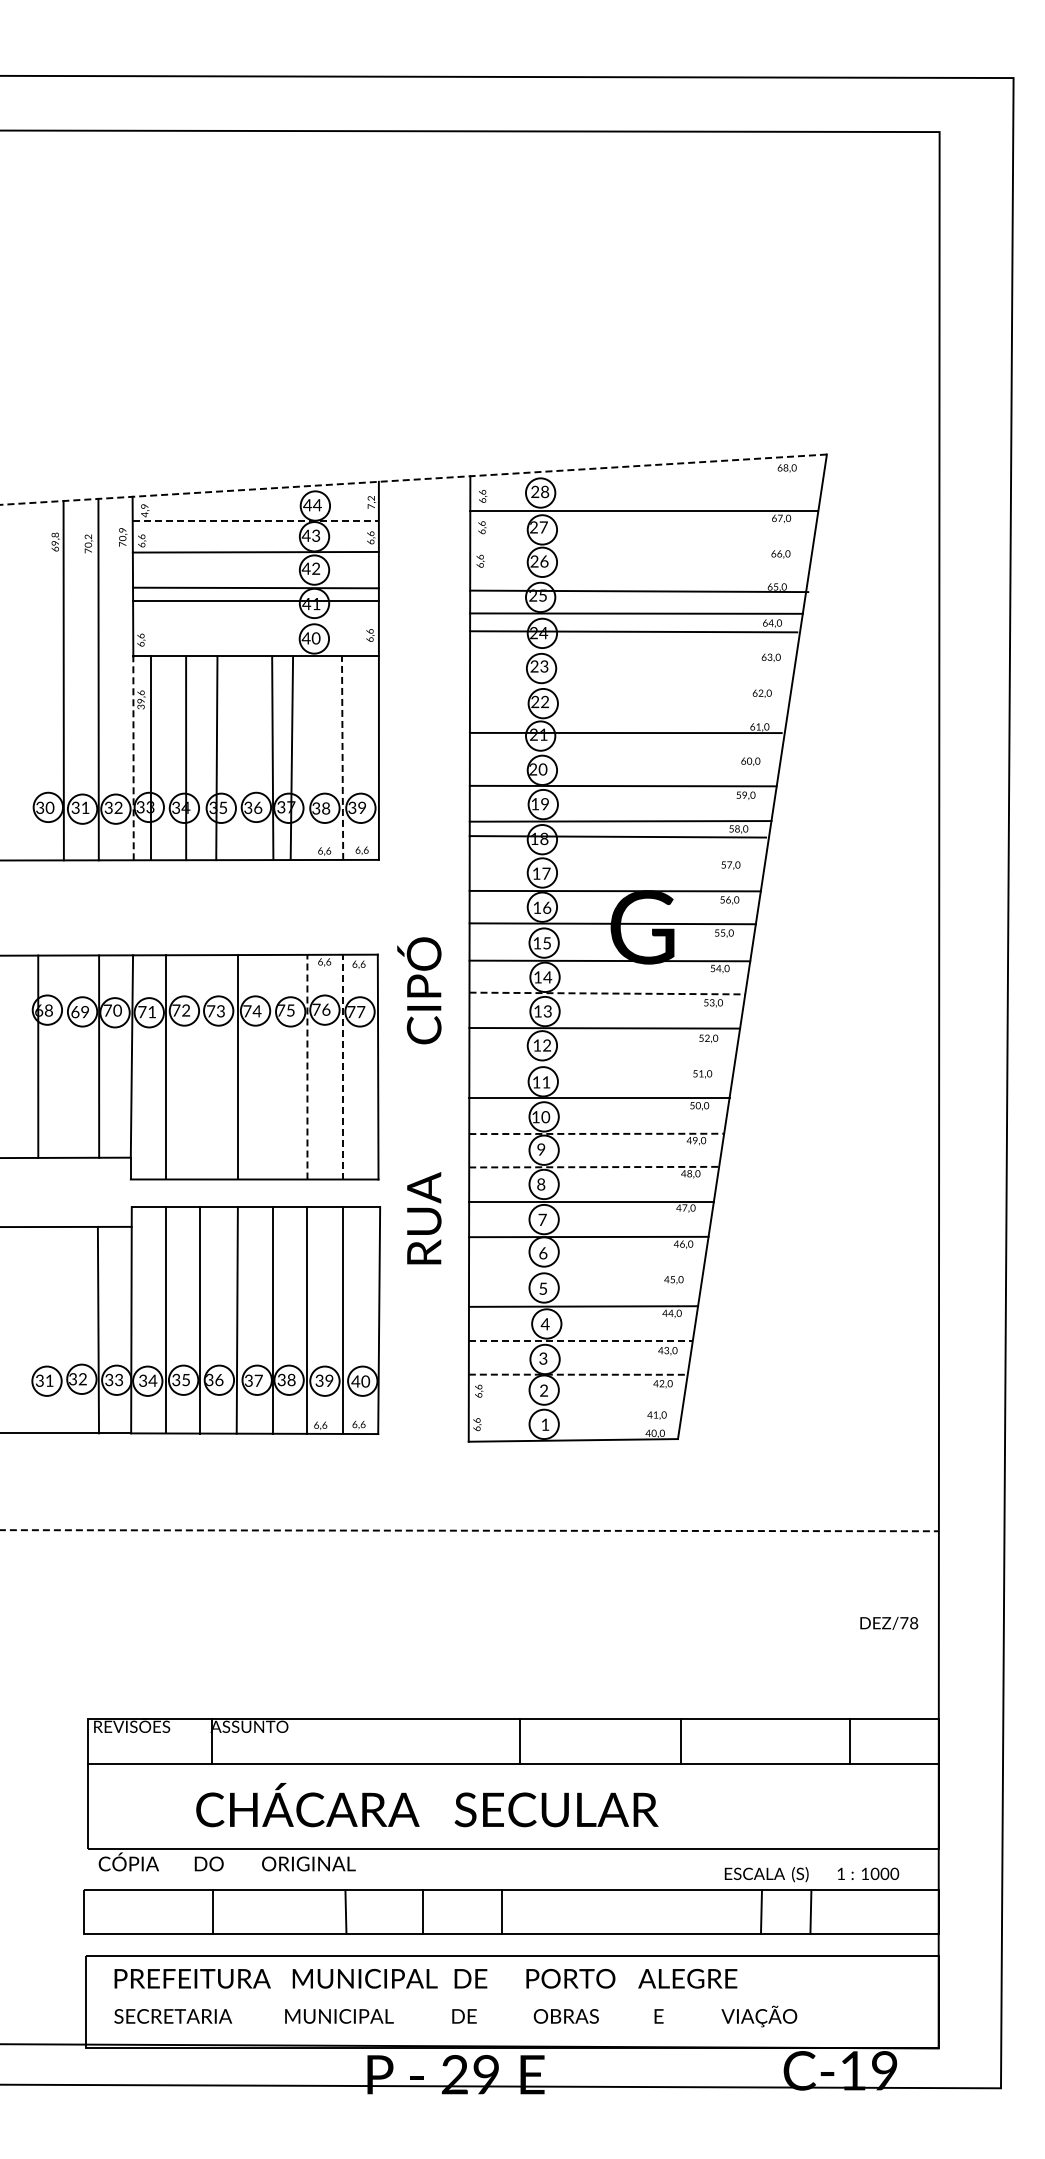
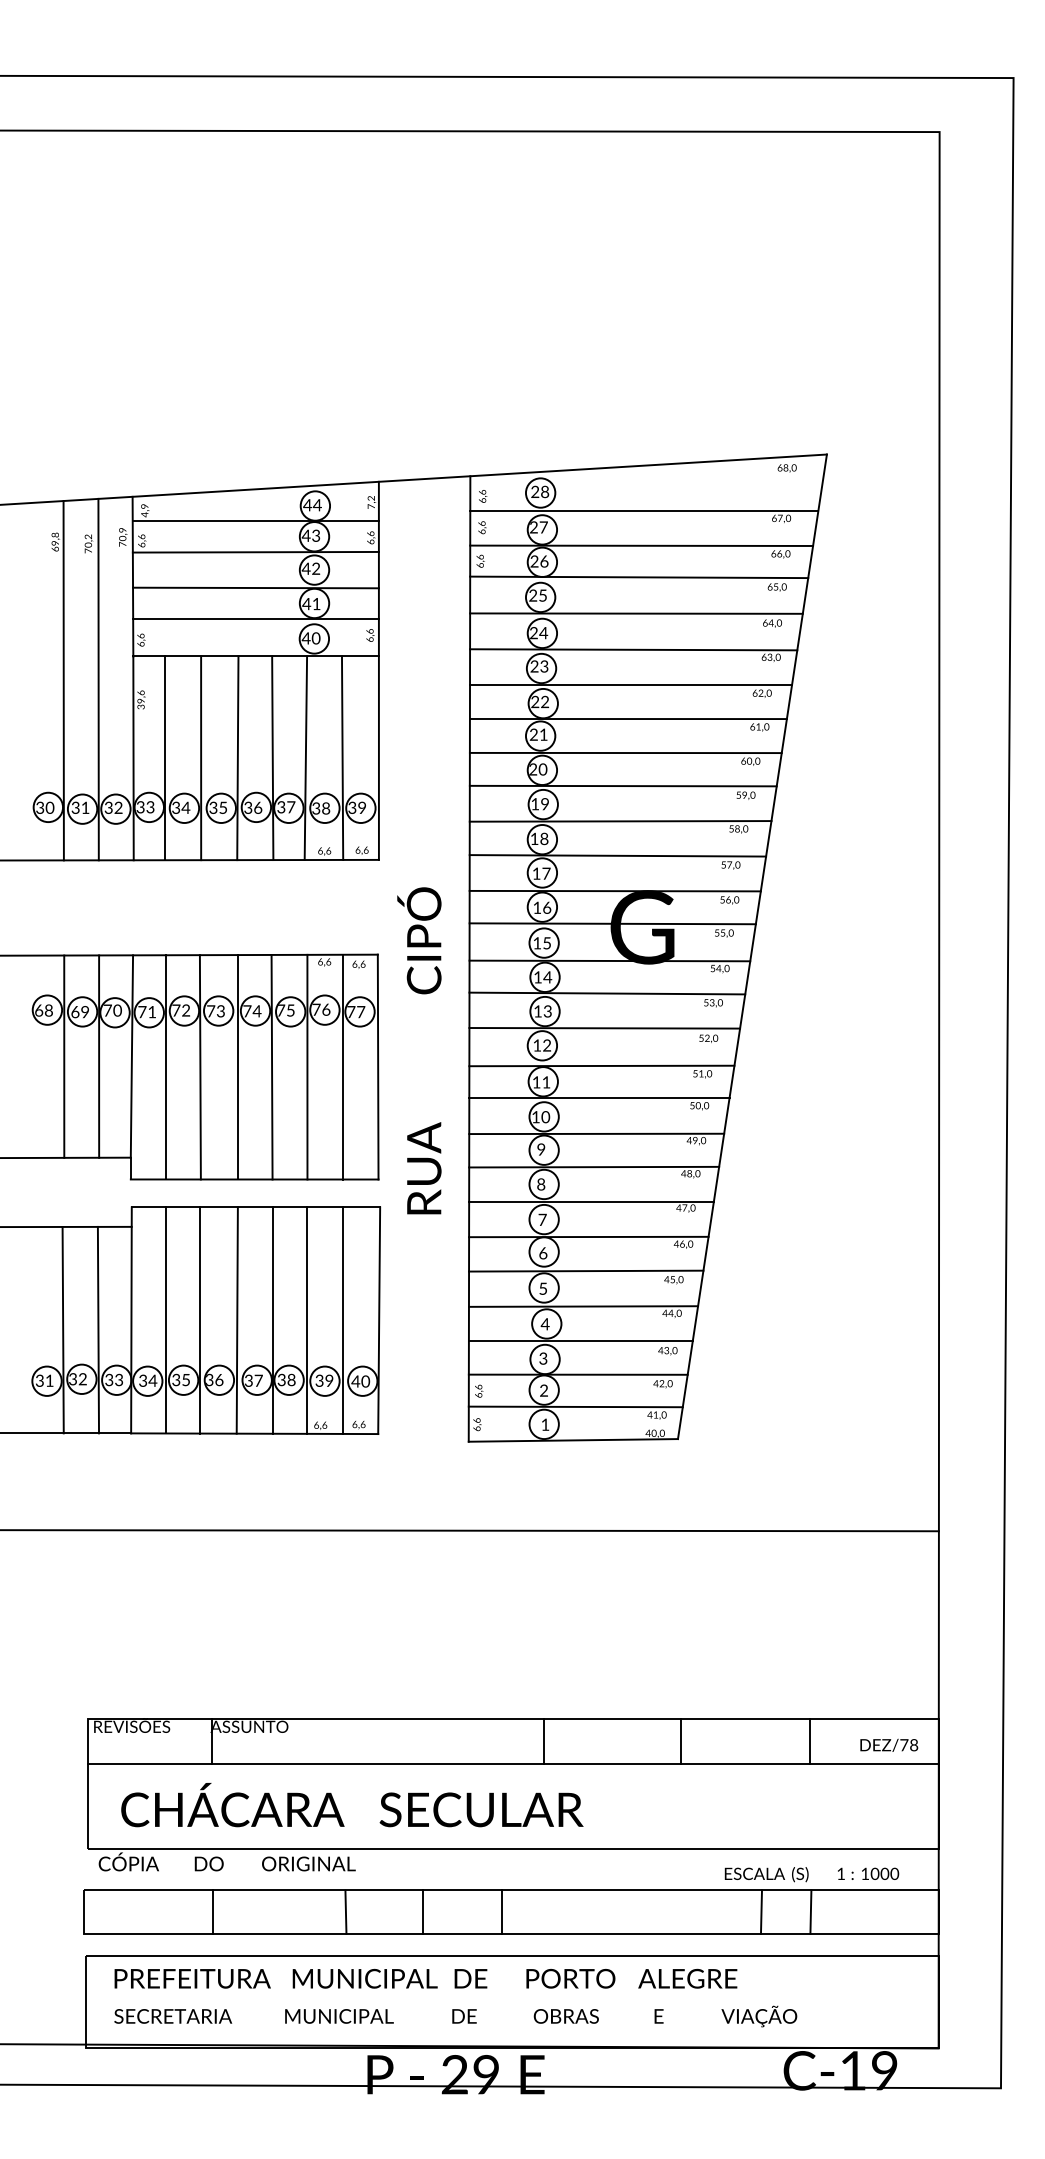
line at (413, 479): dashed -> solid
line at (256, 520): dashed -> solid
line at (641, 545): none -> present
line at (639, 591) position: (639, 591) -> (639, 577)
line at (255, 600) position: (255, 600) -> (255, 618)
line at (633, 631) position: (633, 631) -> (633, 649)
line at (631, 684): none -> present
line at (627, 719): none -> present
line at (625, 732) position: (625, 732) -> (625, 752)
line at (133, 758): dashed -> solid
line at (151, 758) position: (151, 758) -> (165, 758)
line at (186, 758) position: (186, 758) -> (201, 758)
line at (216, 758) position: (216, 758) -> (237, 758)
line at (291, 758) position: (291, 758) -> (305, 758)
line at (342, 758): dashed -> solid
line at (617, 836) position: (617, 836) -> (617, 855)
line at (607, 993): dashed -> solid
line at (38, 1056) position: (38, 1056) -> (64, 1056)
line at (601, 1065): none -> present
line at (271, 1066): none -> present
line at (307, 1066): dashed -> solid
line at (343, 1066): dashed -> solid
line at (199, 1067): none -> present
text at (419, 1100) position: (419, 1100) -> (419, 1050)
line at (597, 1133): dashed -> solid
line at (594, 1167): dashed -> solid
line at (586, 1270): none -> present
line at (62, 1329): none -> present
line at (580, 1341): dashed -> solid
line at (578, 1374): dashed -> solid
line at (575, 1406): none -> present
line at (469, 1530): dashed -> solid
text at (889, 1622) position: (889, 1622) -> (889, 1744)
line at (520, 1741) position: (520, 1741) -> (544, 1741)
line at (850, 1741) position: (850, 1741) -> (810, 1741)
text at (427, 1805) position: (427, 1805) -> (352, 1805)
